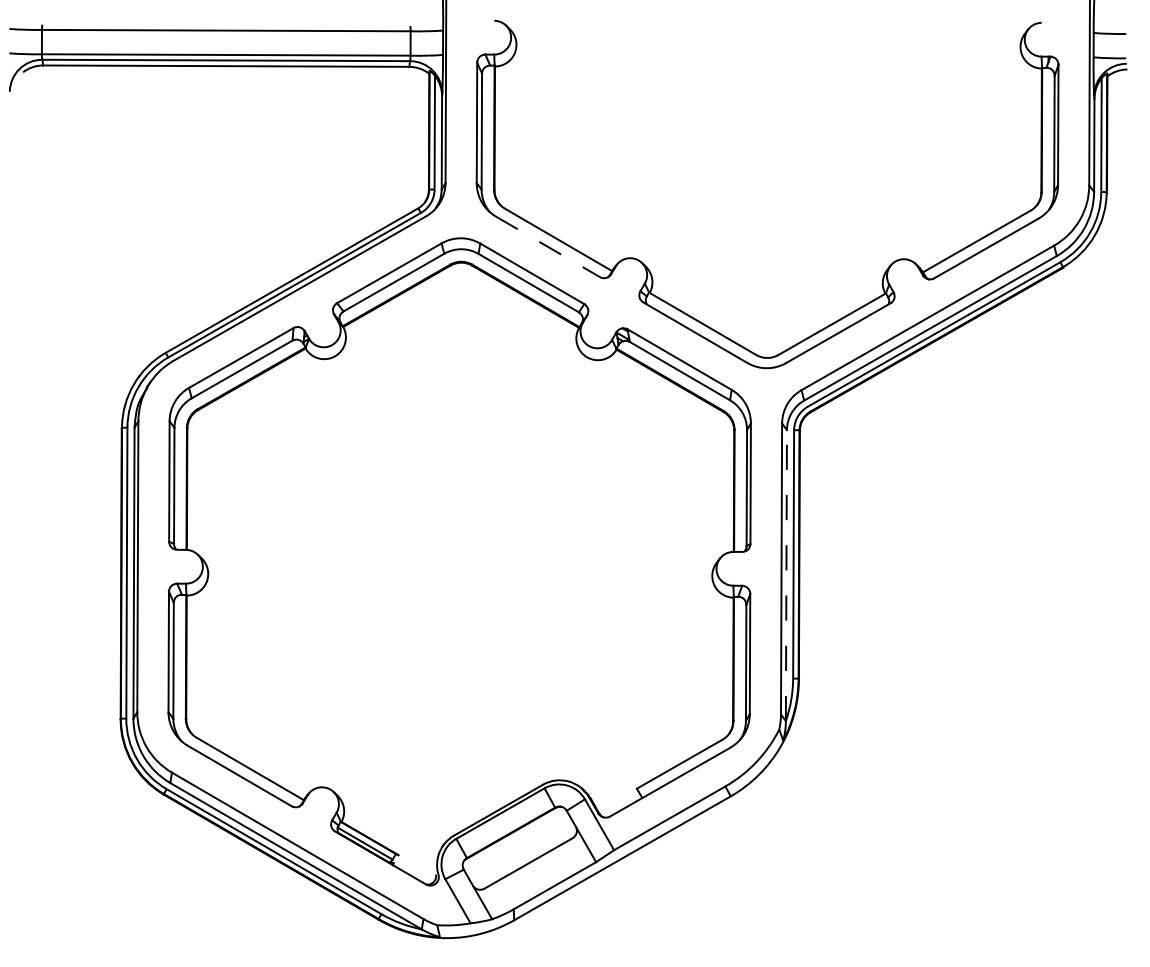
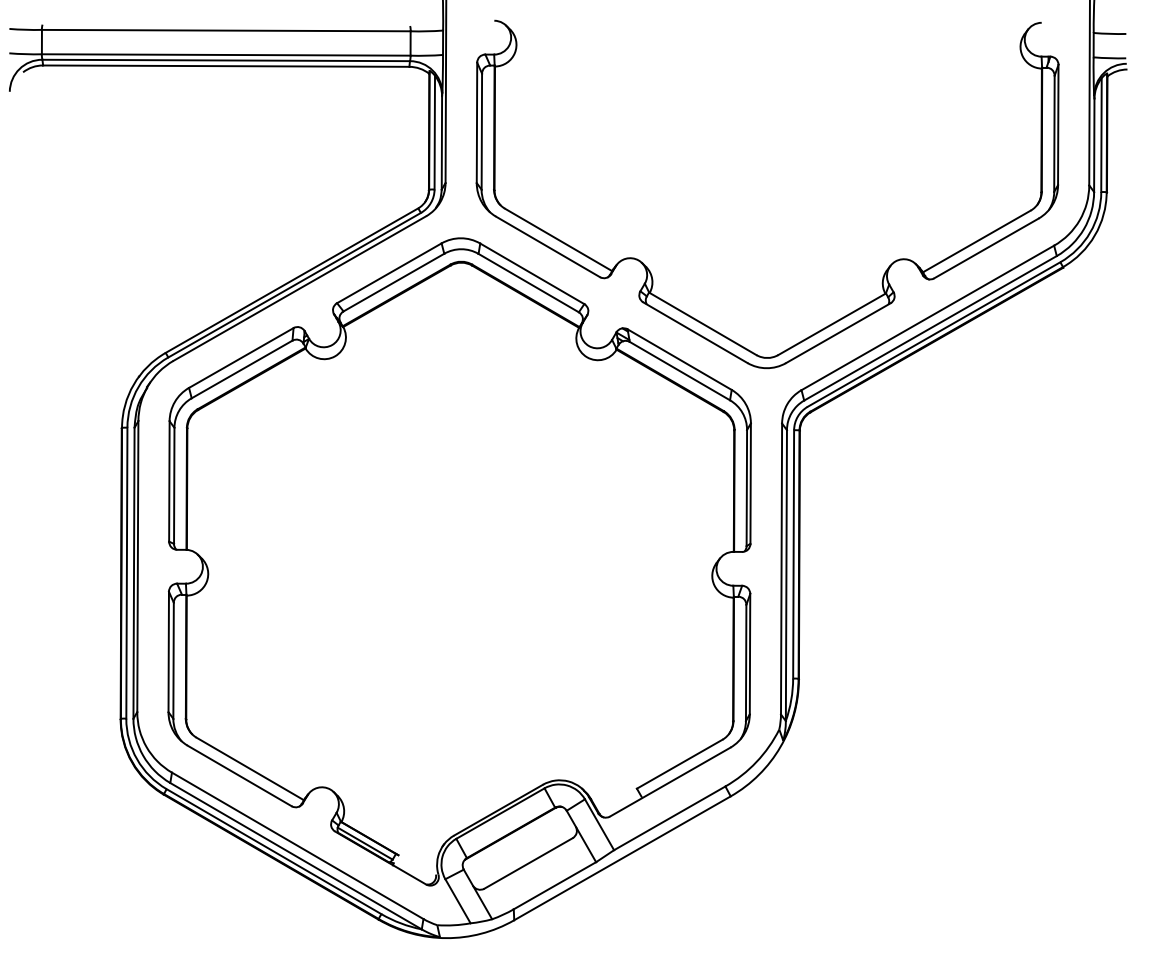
line at (548, 247): dashed -> solid
line at (786, 575): dashed -> solid
